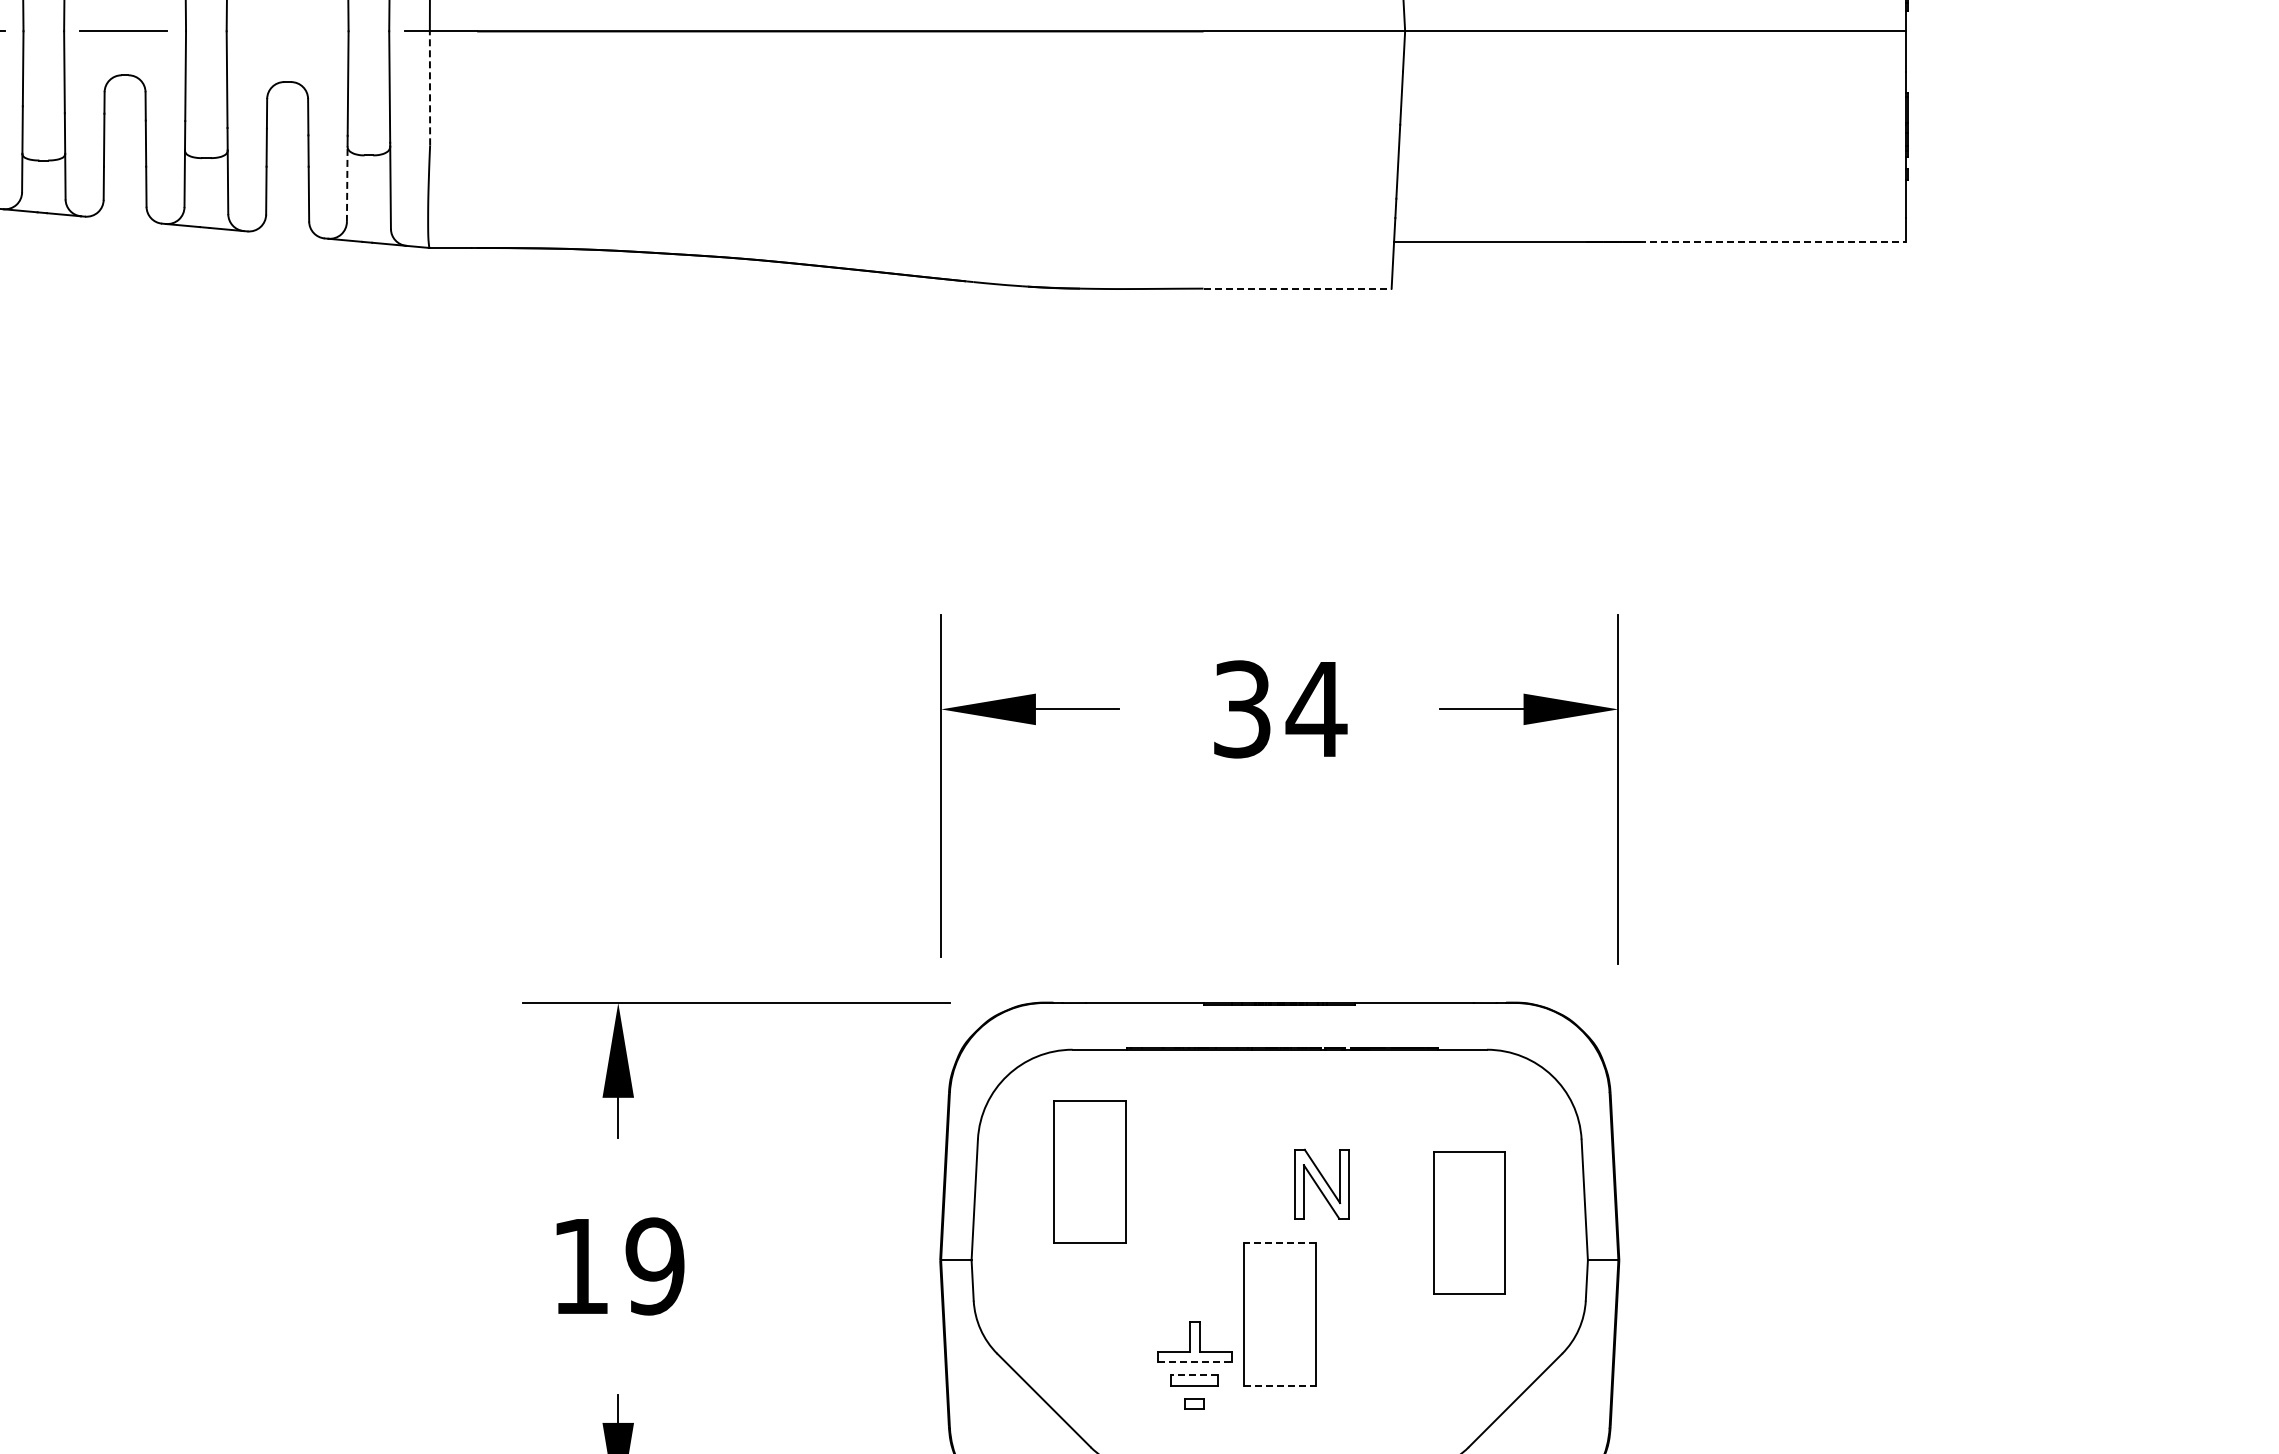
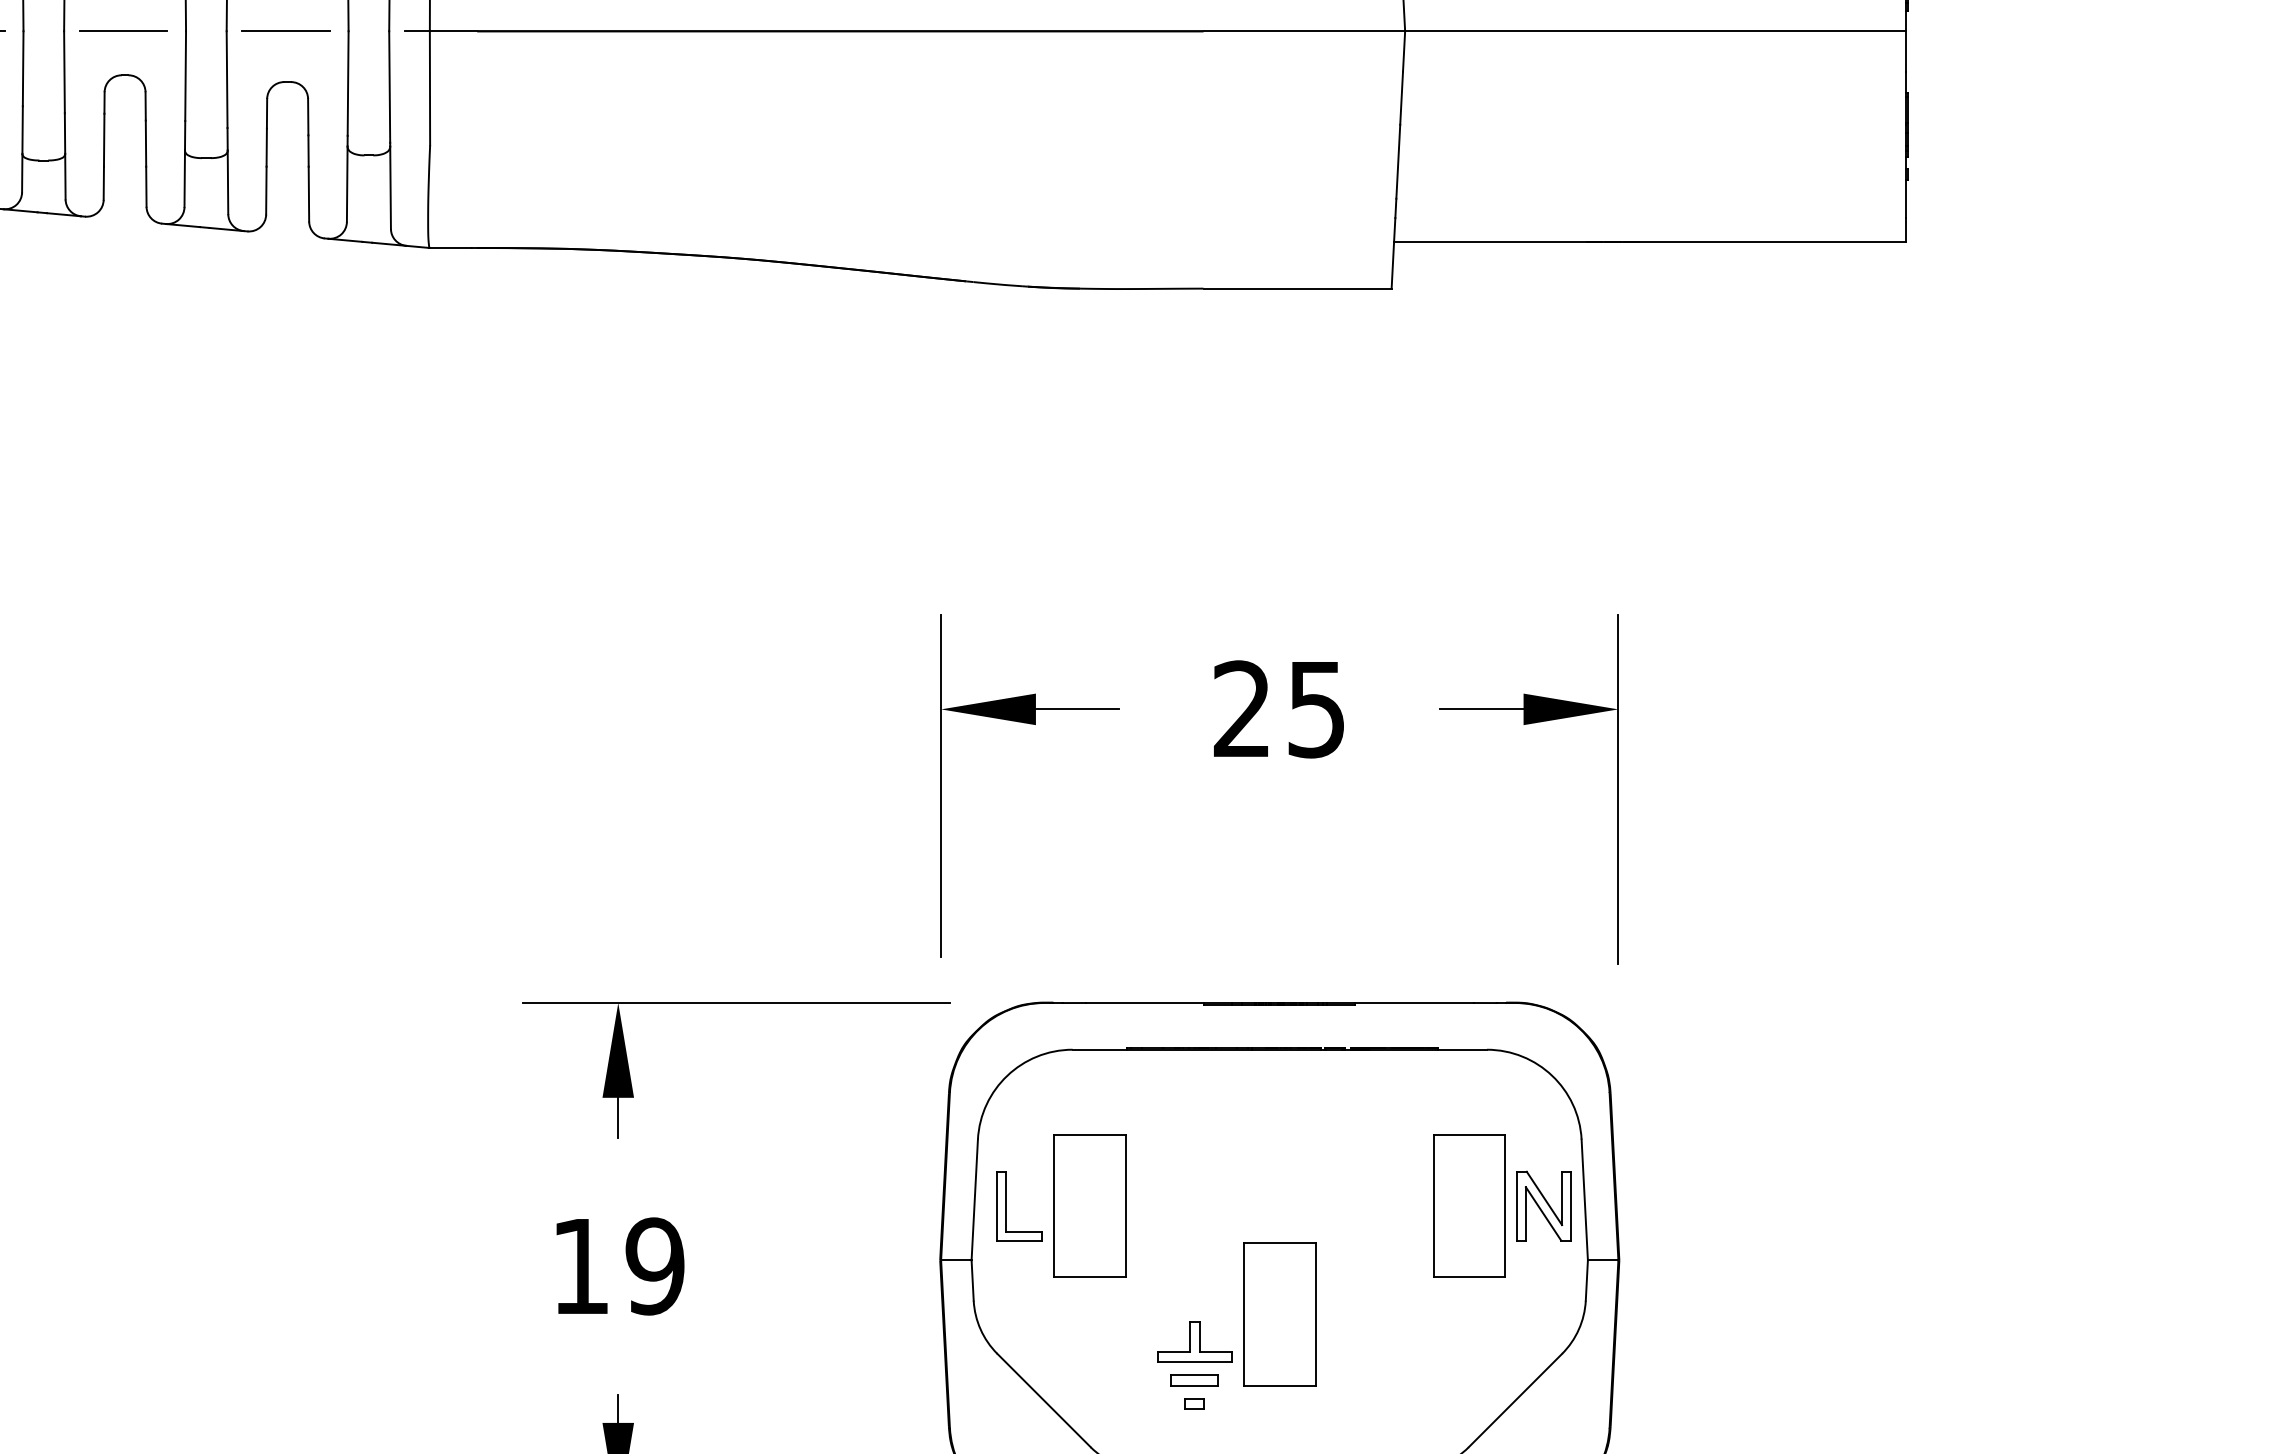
line at (285, 31): none -> present
line at (430, 87): dashed -> solid
line at (347, 184): dashed -> solid
line at (1772, 241): dashed -> solid
line at (1298, 288): dashed -> solid
text at (1280, 709): 34 -> 25
part at (1089, 1171) position: (1089, 1171) -> (1089, 1205)
part at (1321, 1183) position: (1321, 1183) -> (1543, 1205)
part at (1006, 1206): none -> present
part at (1469, 1222) position: (1469, 1222) -> (1469, 1205)
line at (1279, 1243): dashed -> solid
line at (1195, 1362): dashed -> solid
line at (1194, 1375): dashed -> solid
line at (1279, 1385): dashed -> solid
